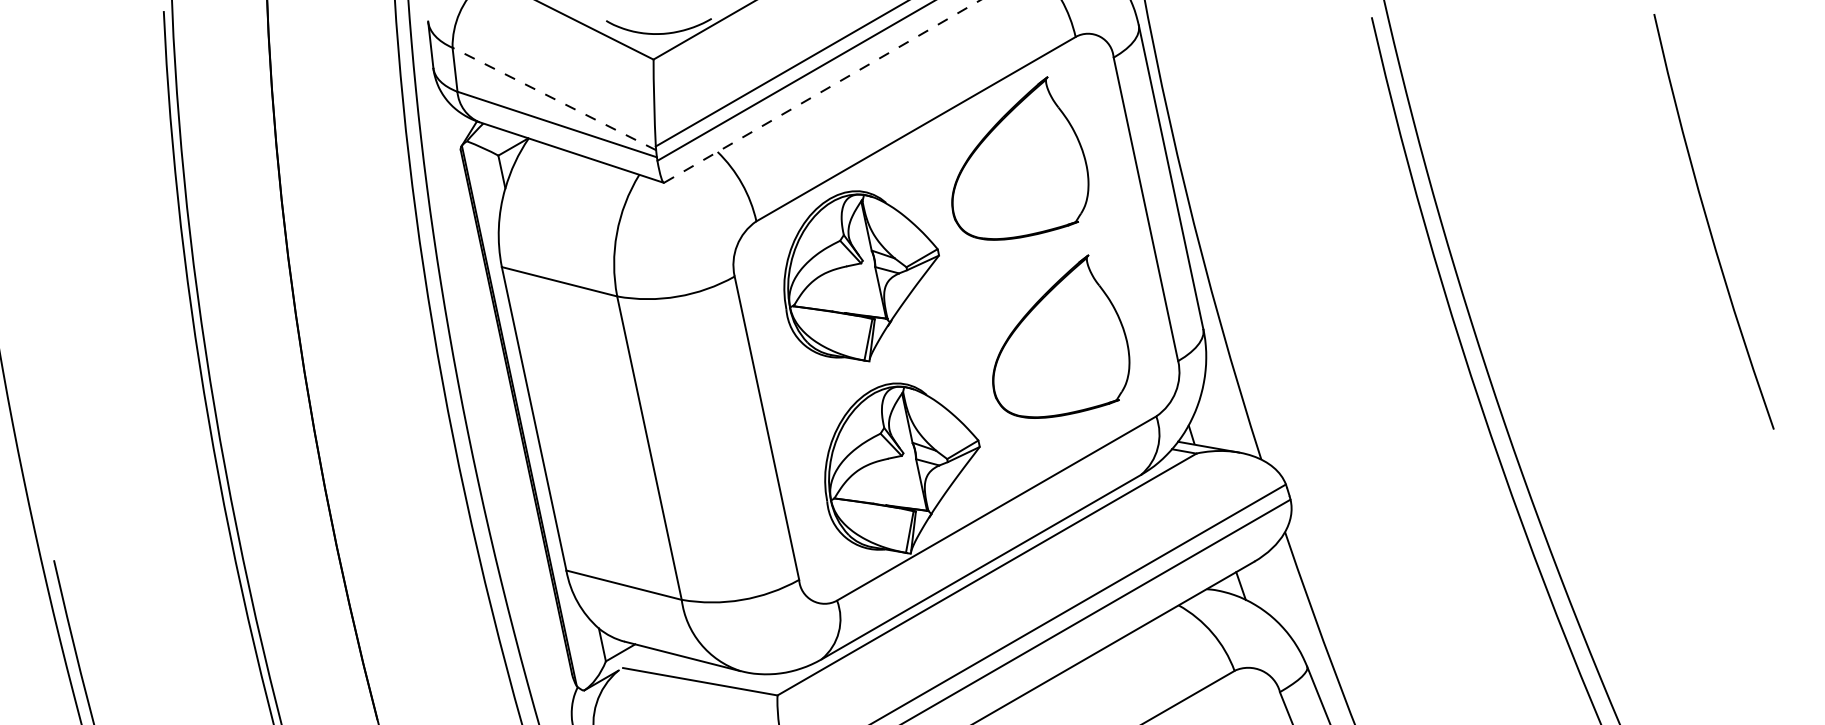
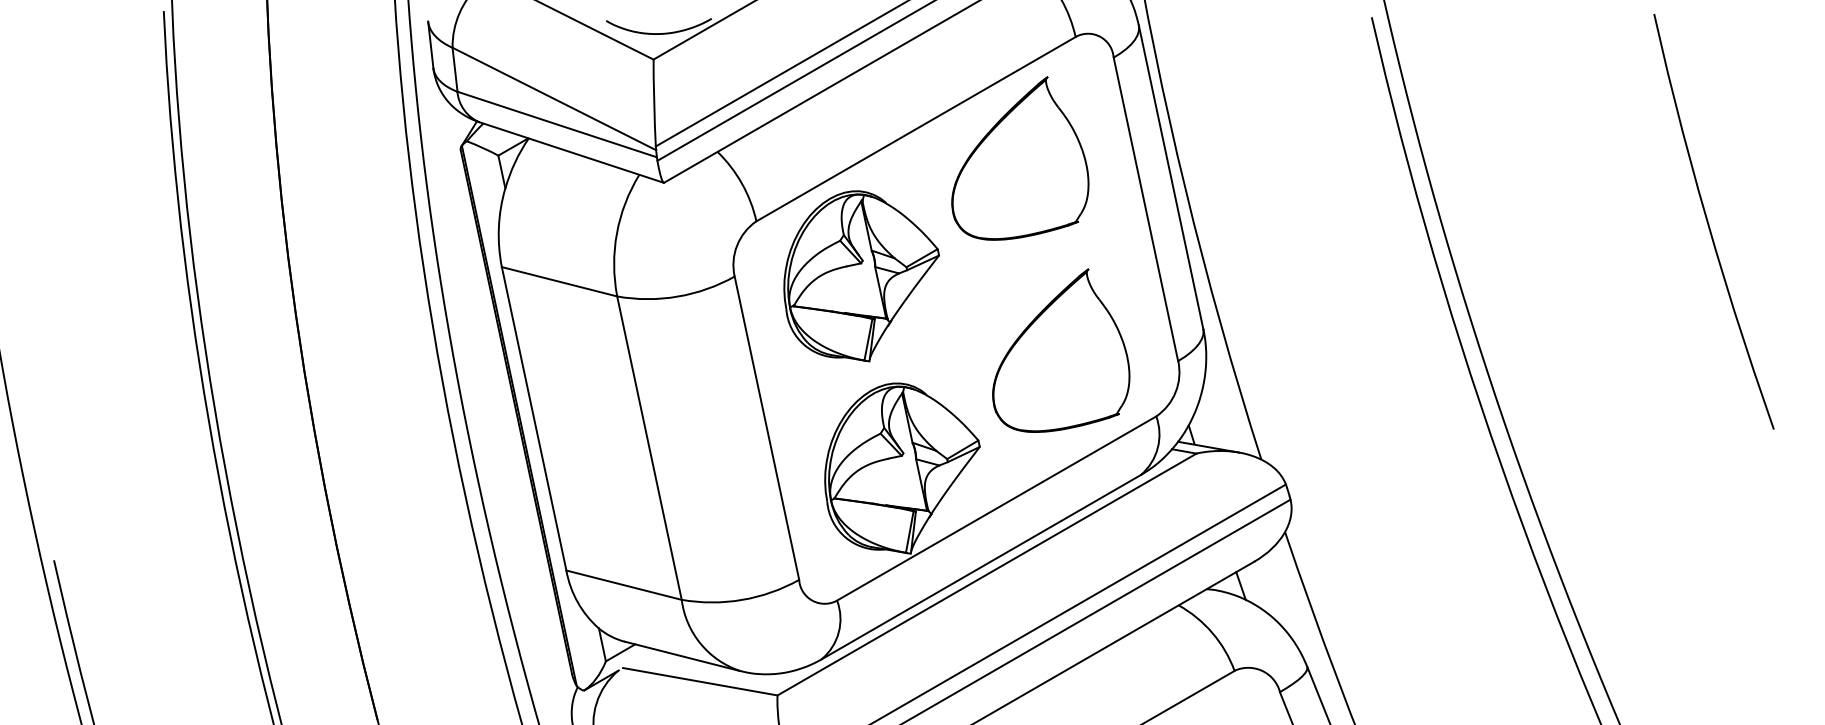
line at (822, 91): dashed -> solid
line at (554, 98): dashed -> solid
part at (1061, 336) position: (1061, 336) -> (1061, 350)
